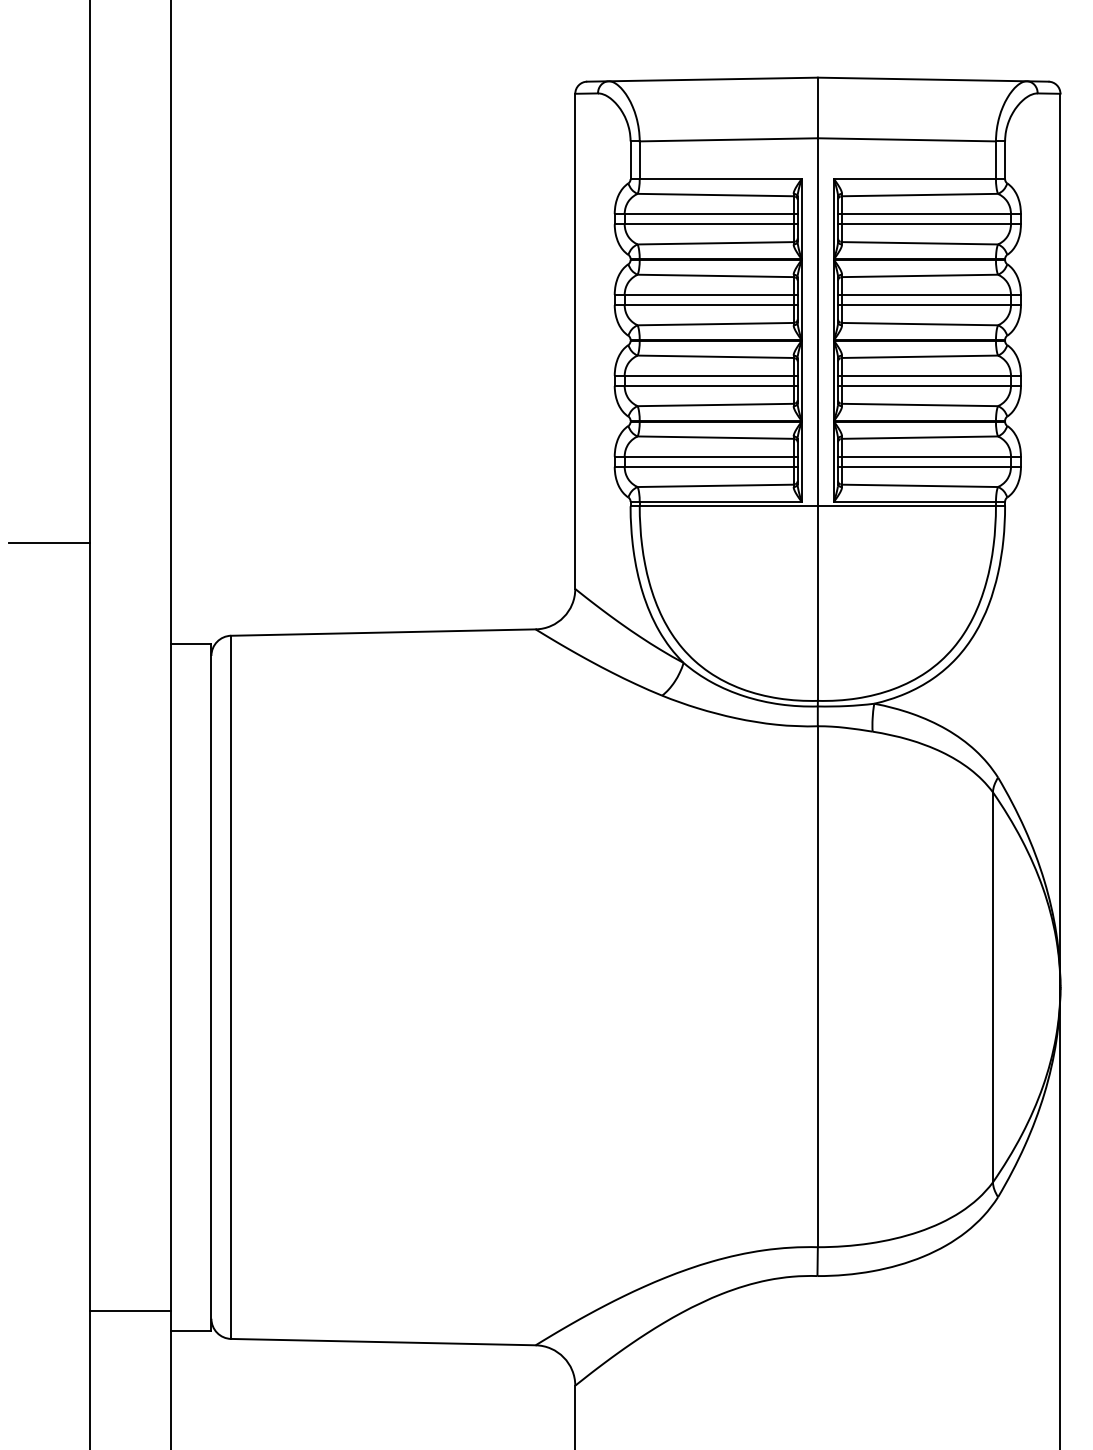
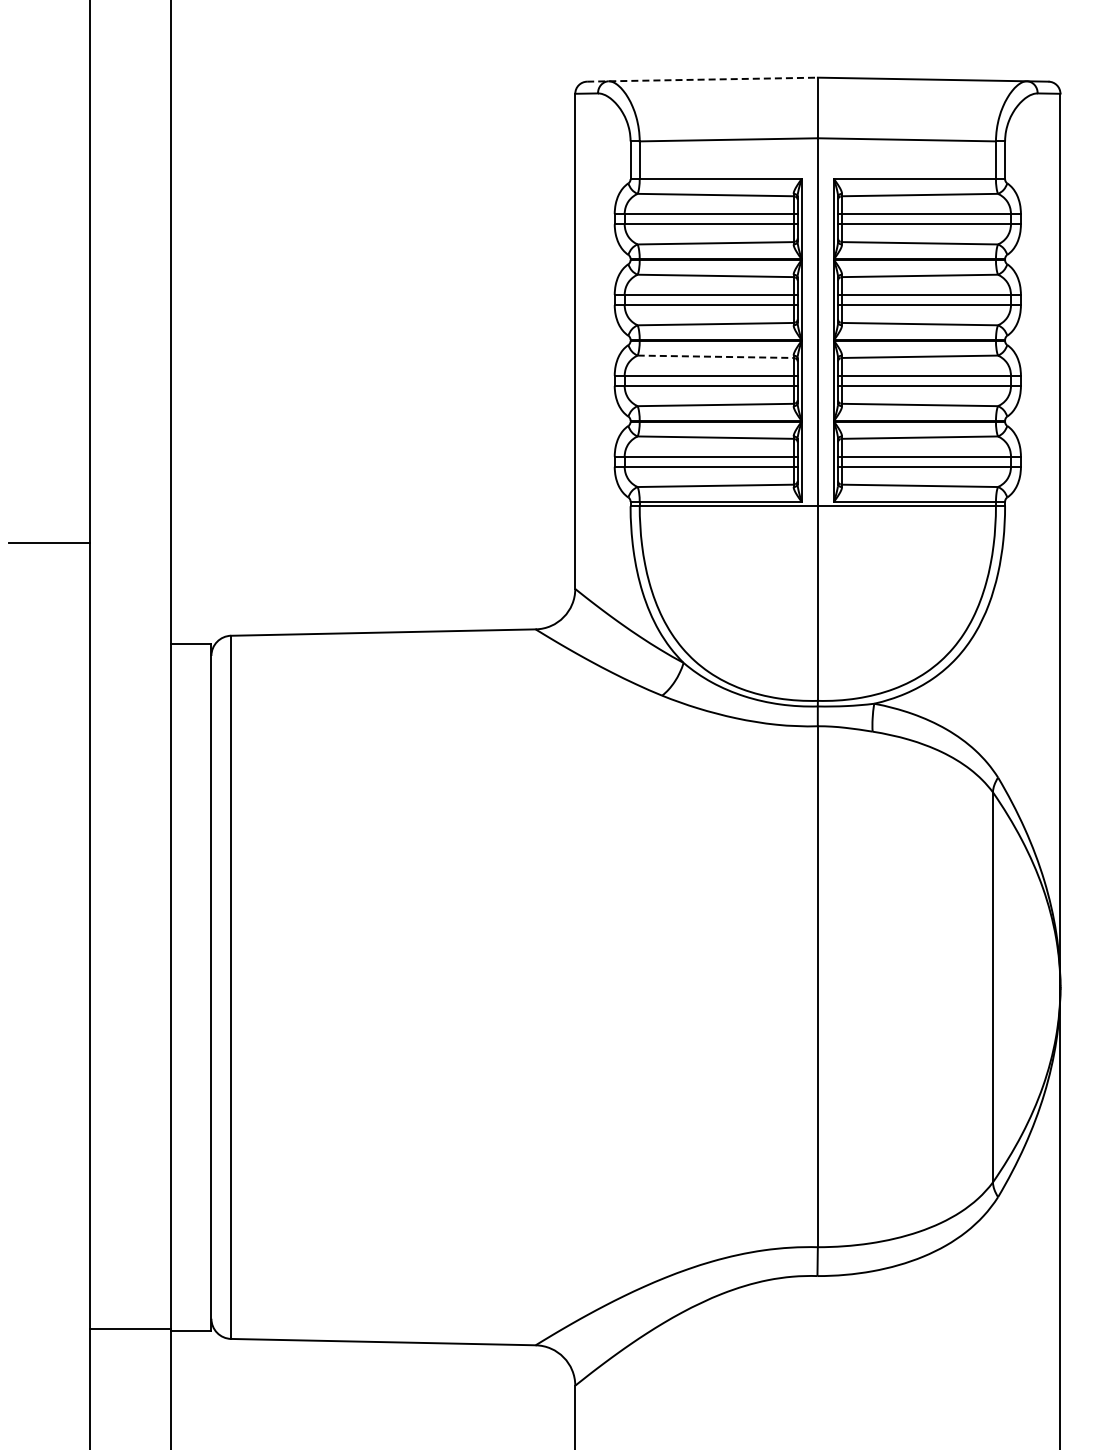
line at (703, 79): solid -> dashed
line at (715, 356): solid -> dashed
line at (130, 1311) position: (130, 1311) -> (130, 1329)
